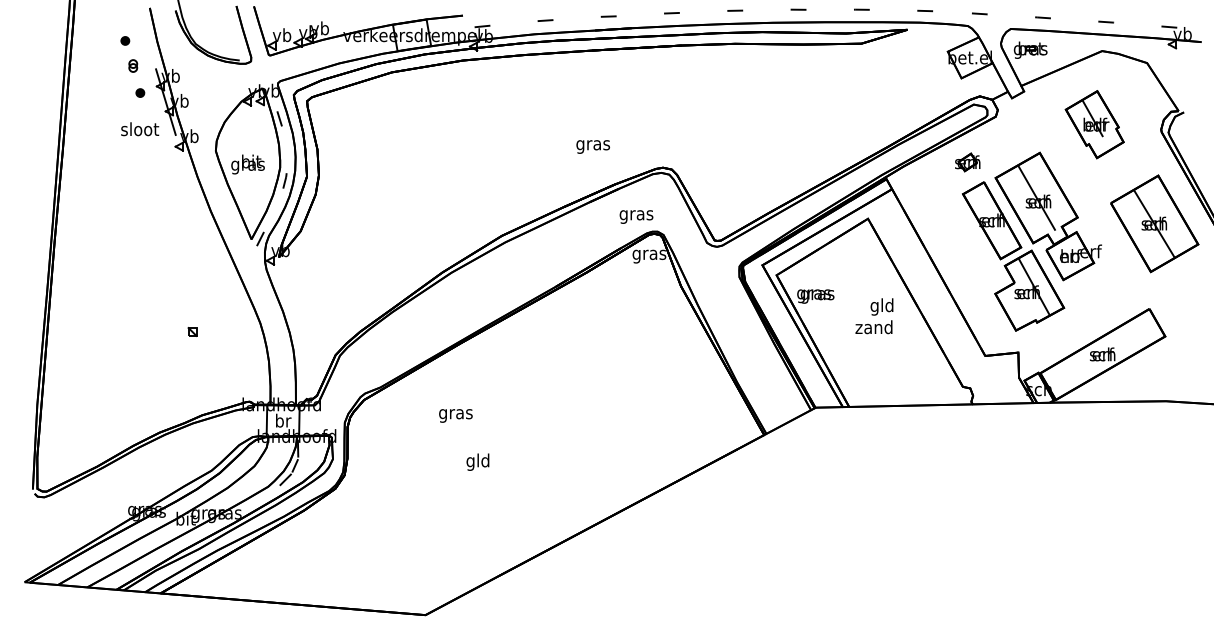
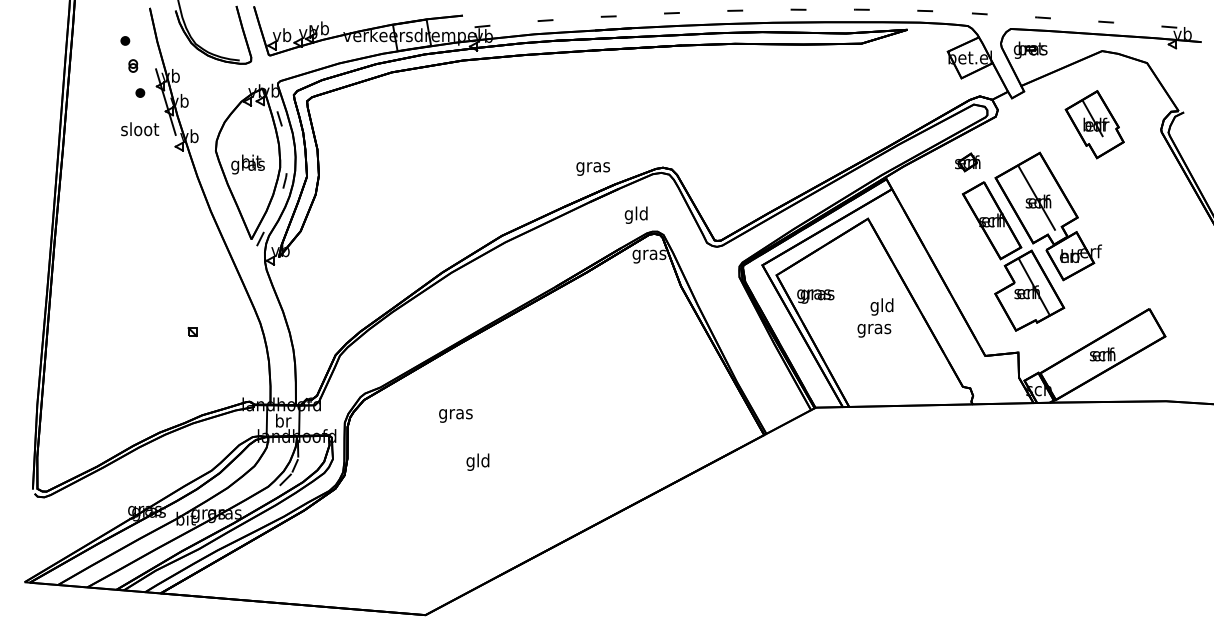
text at (592, 146) position: (592, 146) -> (592, 168)
text at (636, 214): gras -> gld
part at (1154, 223): present -> none
text at (873, 328): zand -> gras
